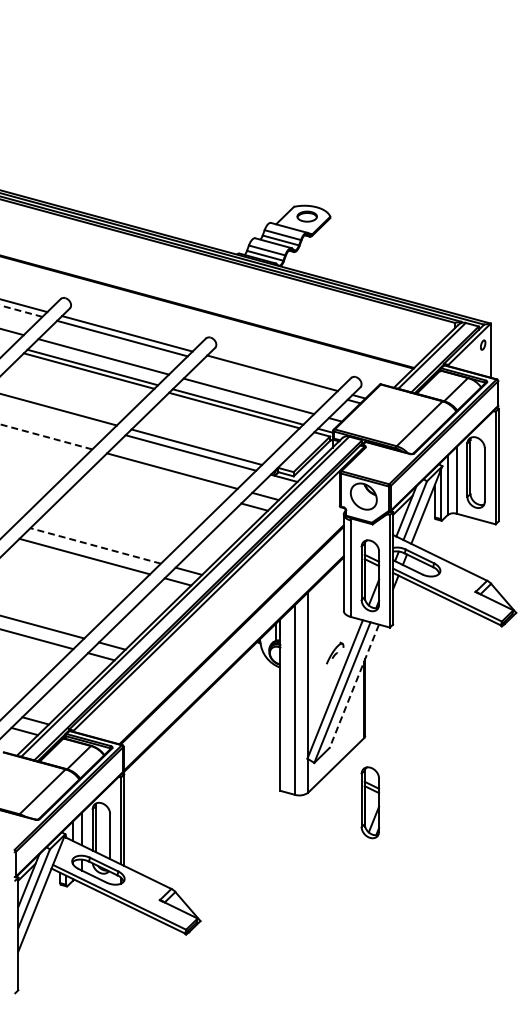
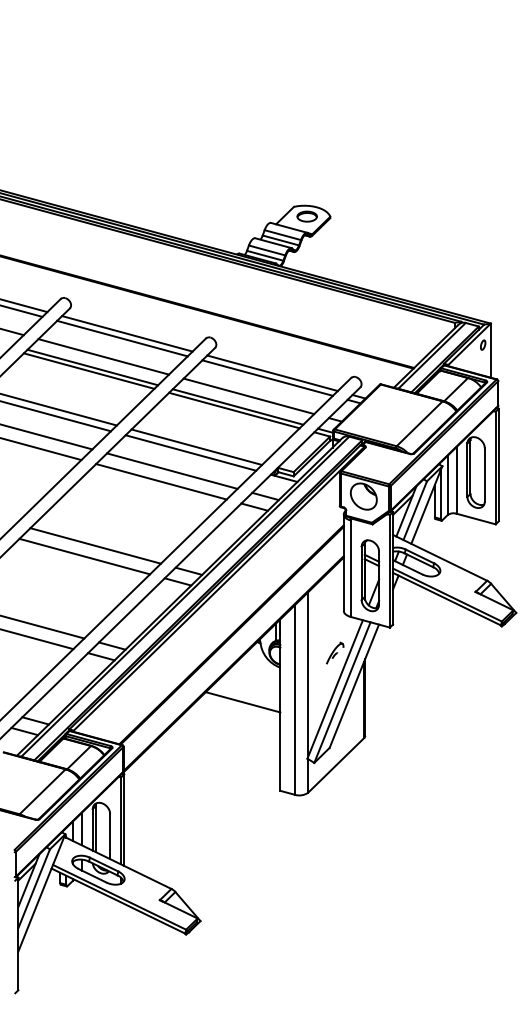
line at (21, 311): dashed -> solid
line at (267, 377): none -> present
line at (56, 416): none -> present
line at (46, 436): dashed -> solid
line at (41, 449): none -> present
line at (161, 481): none -> present
line at (95, 545): dashed -> solid
line at (354, 686): dashed -> solid
line at (242, 702): none -> present
part at (370, 802): present -> none
